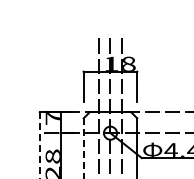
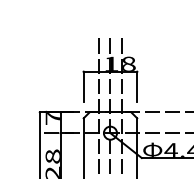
line at (39, 145): dashed -> solid
line at (83, 148): dashed -> solid
